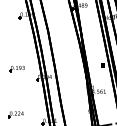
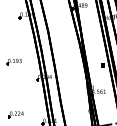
part at (16, 68) position: (16, 68) -> (13, 61)
